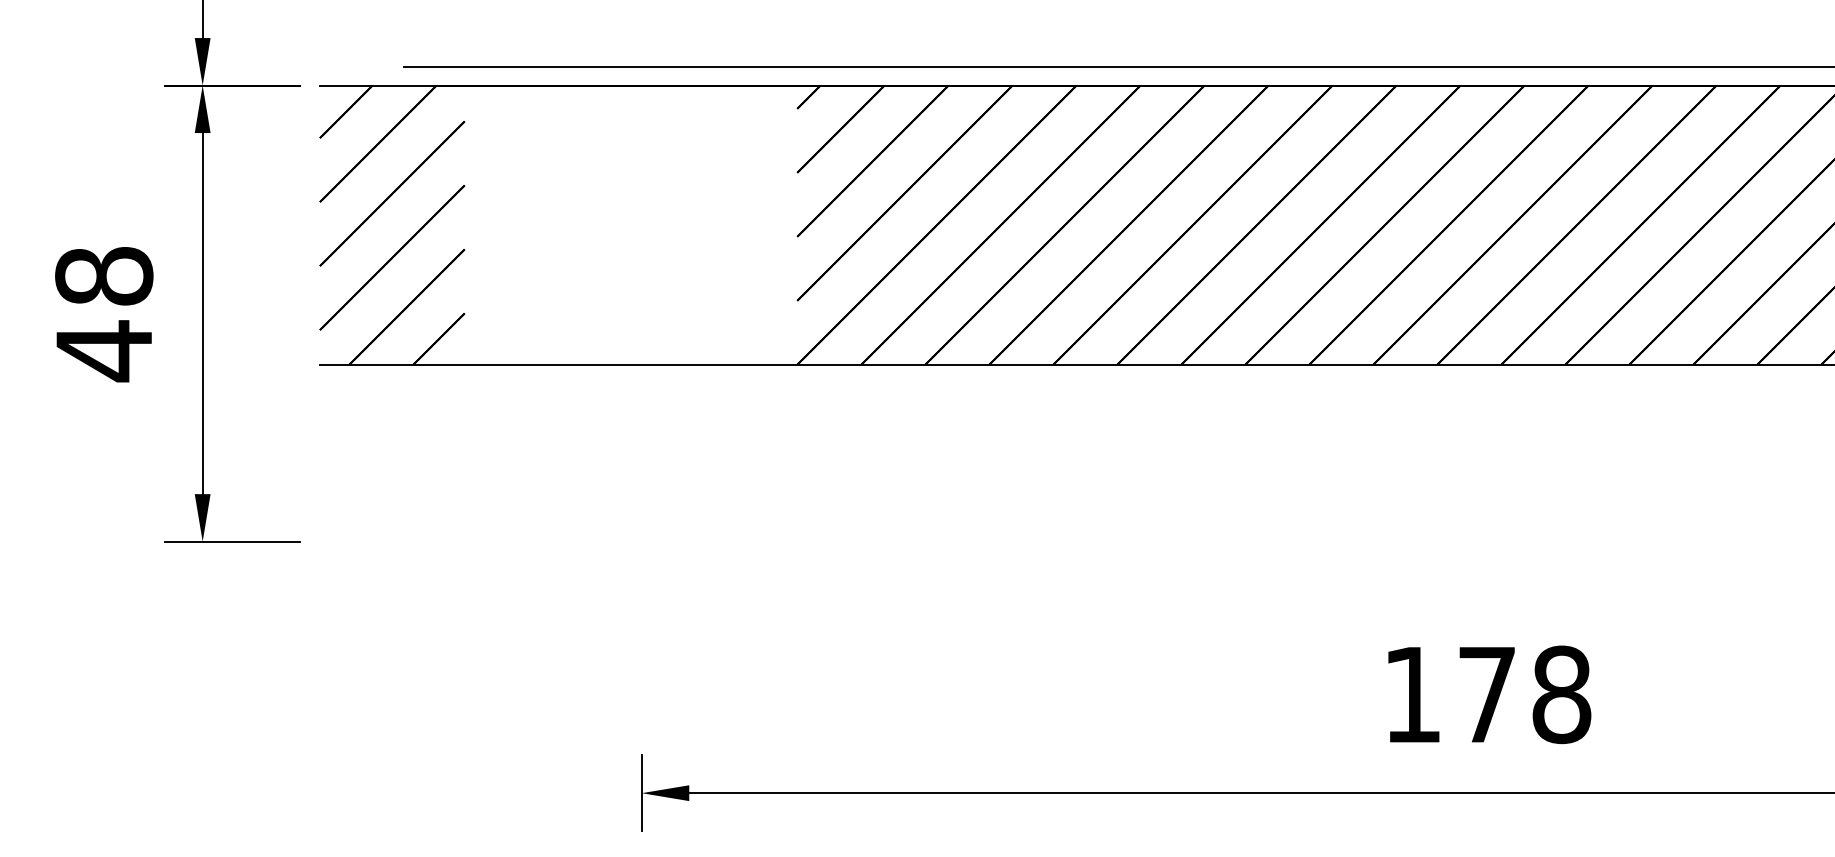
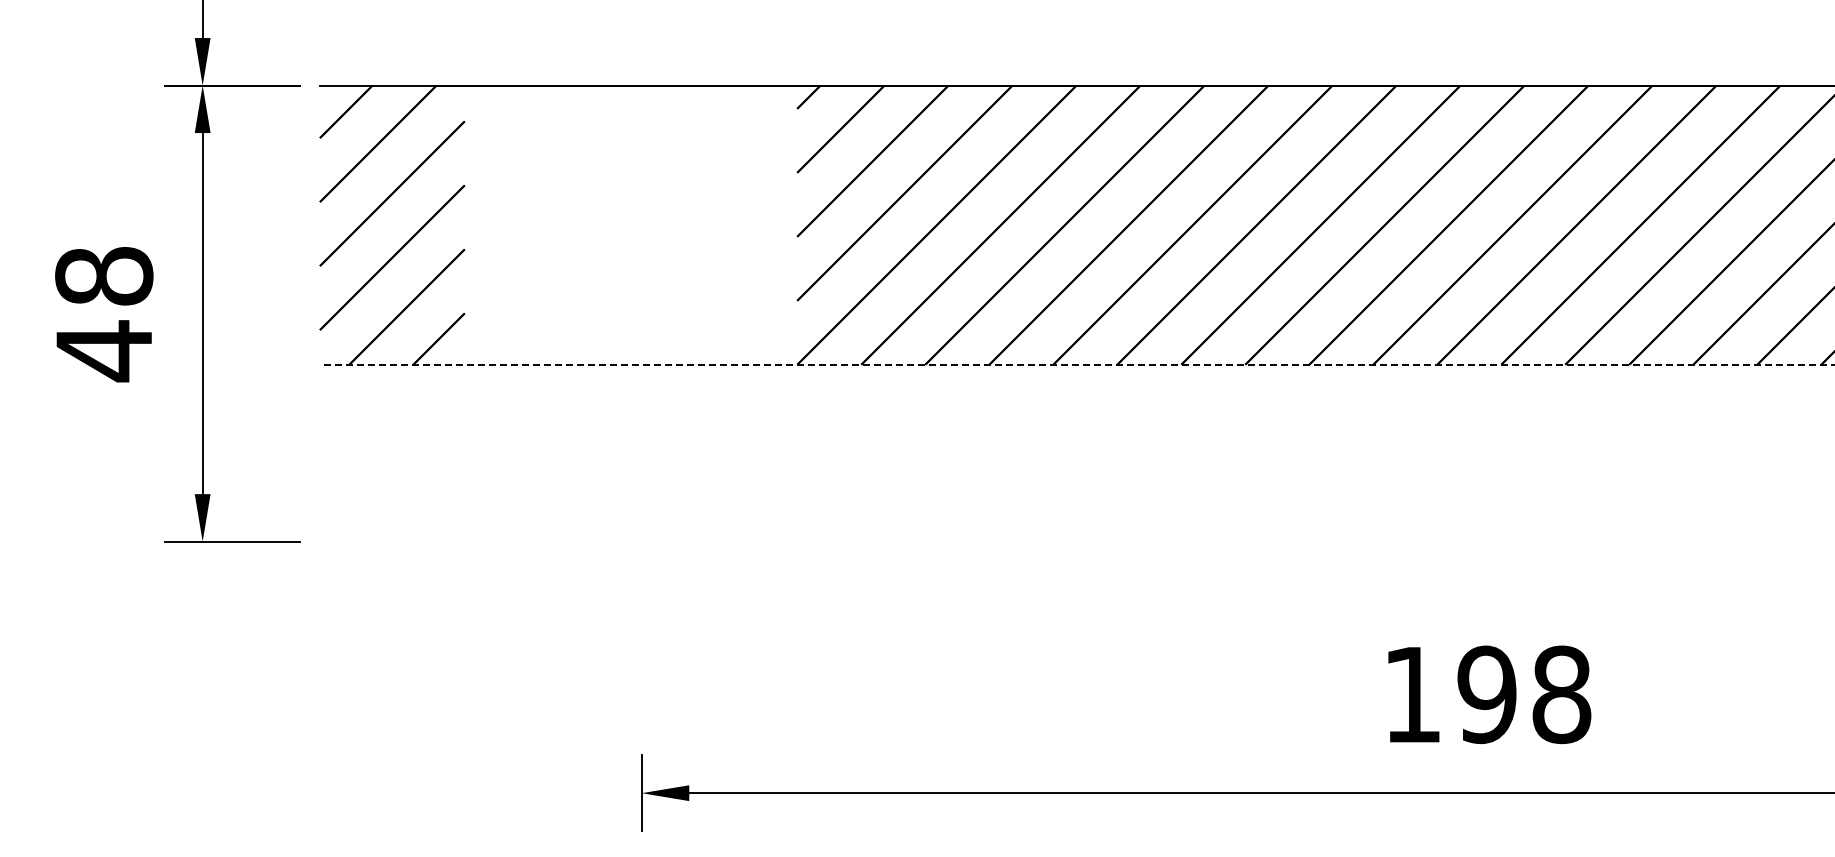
line at (1117, 66): present -> none
line at (1076, 364): solid -> dashed
text at (1486, 694): 178 -> 198
